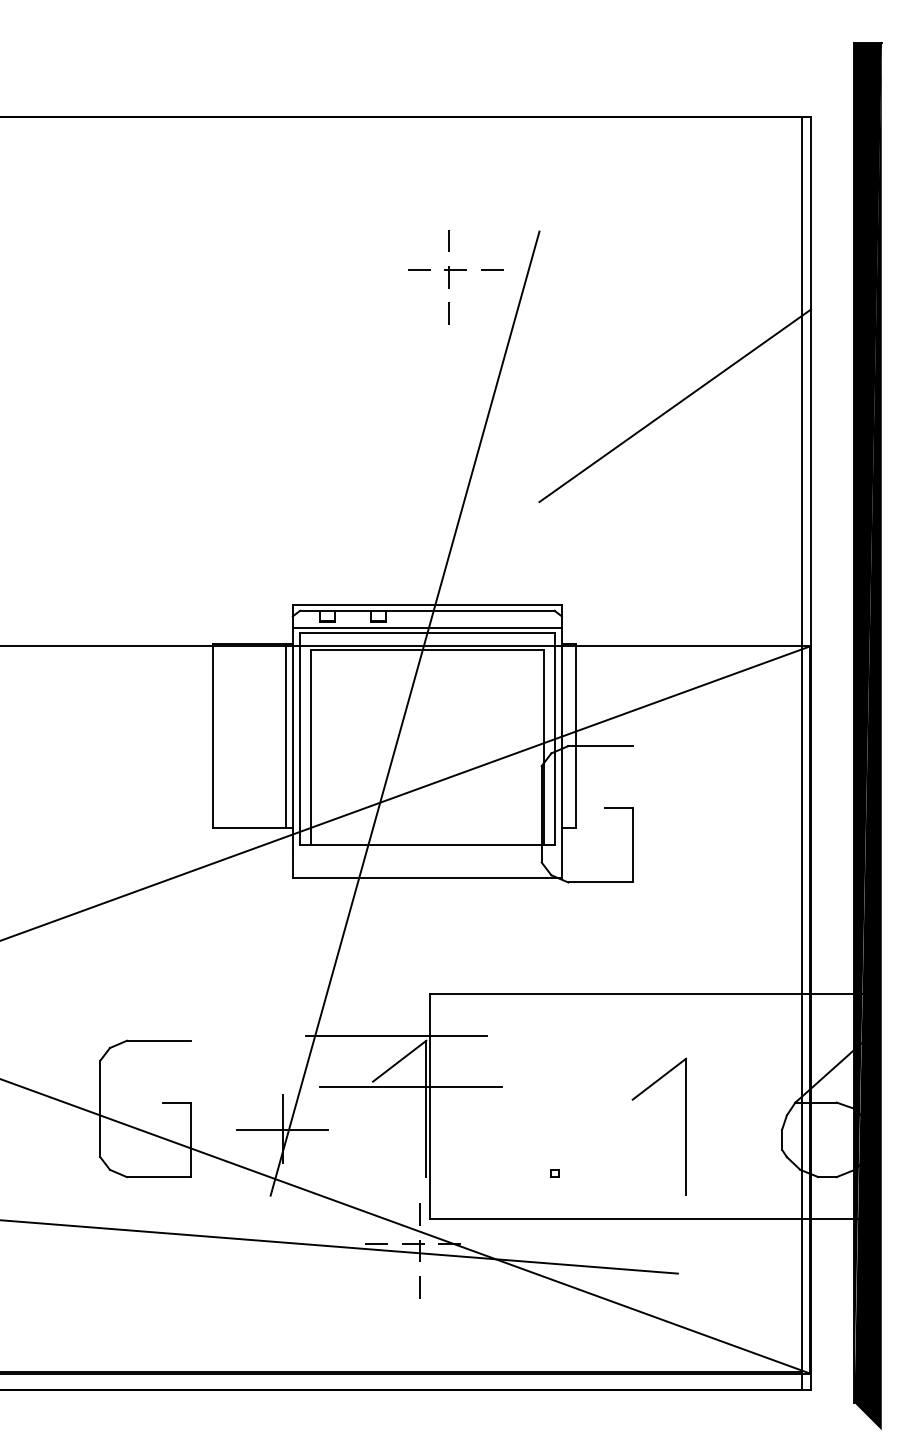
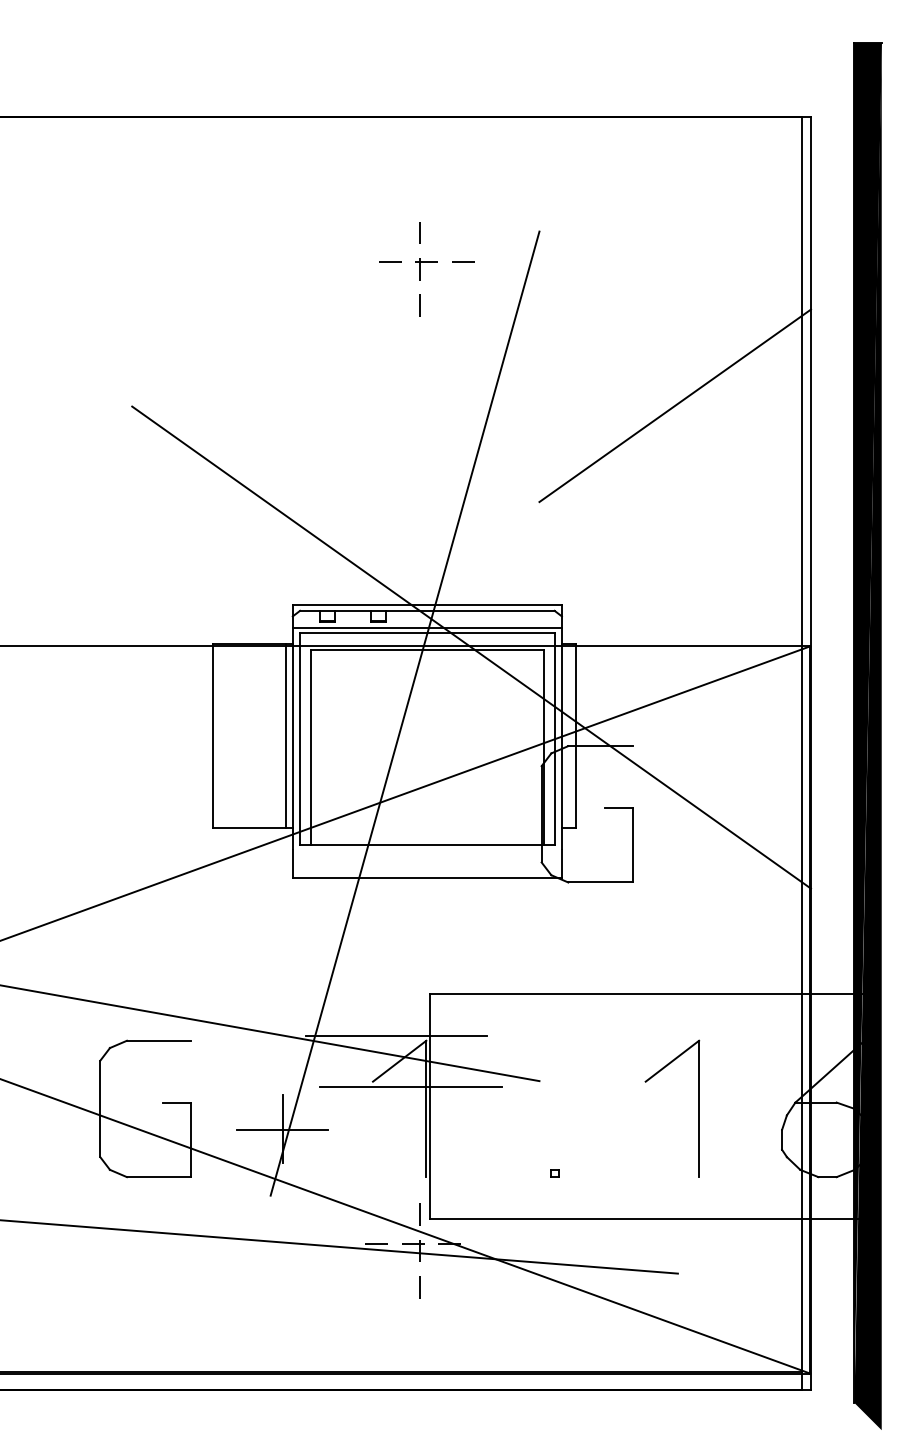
part at (455, 277) position: (455, 277) -> (426, 269)
line at (471, 647): none -> present
line at (270, 1033): none -> present
part at (685, 1126) position: (685, 1126) -> (698, 1108)
